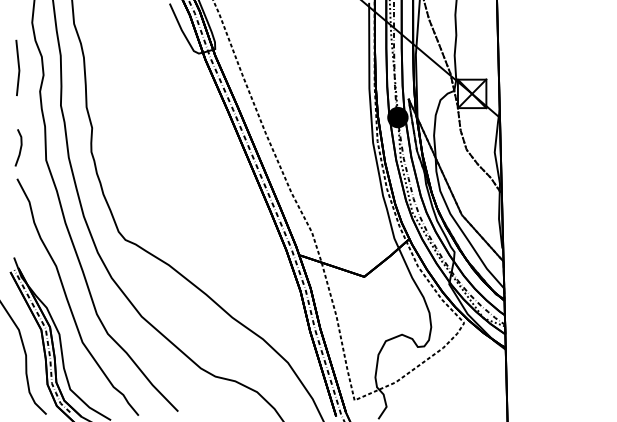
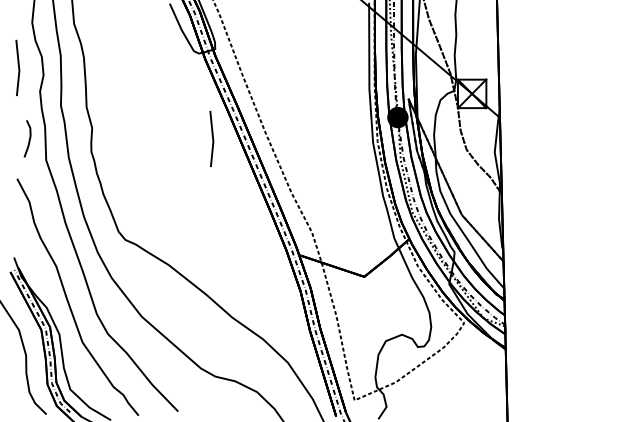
line at (212, 138): none -> present
line at (20, 147) position: (20, 147) -> (29, 138)
